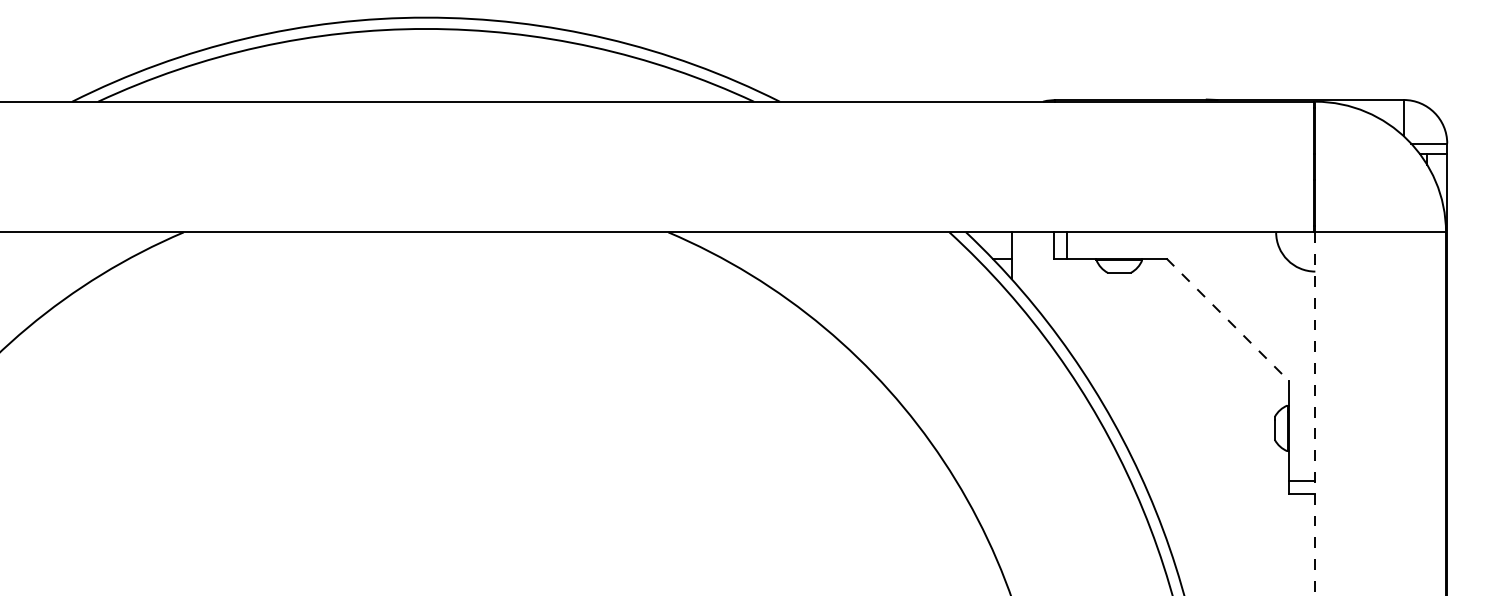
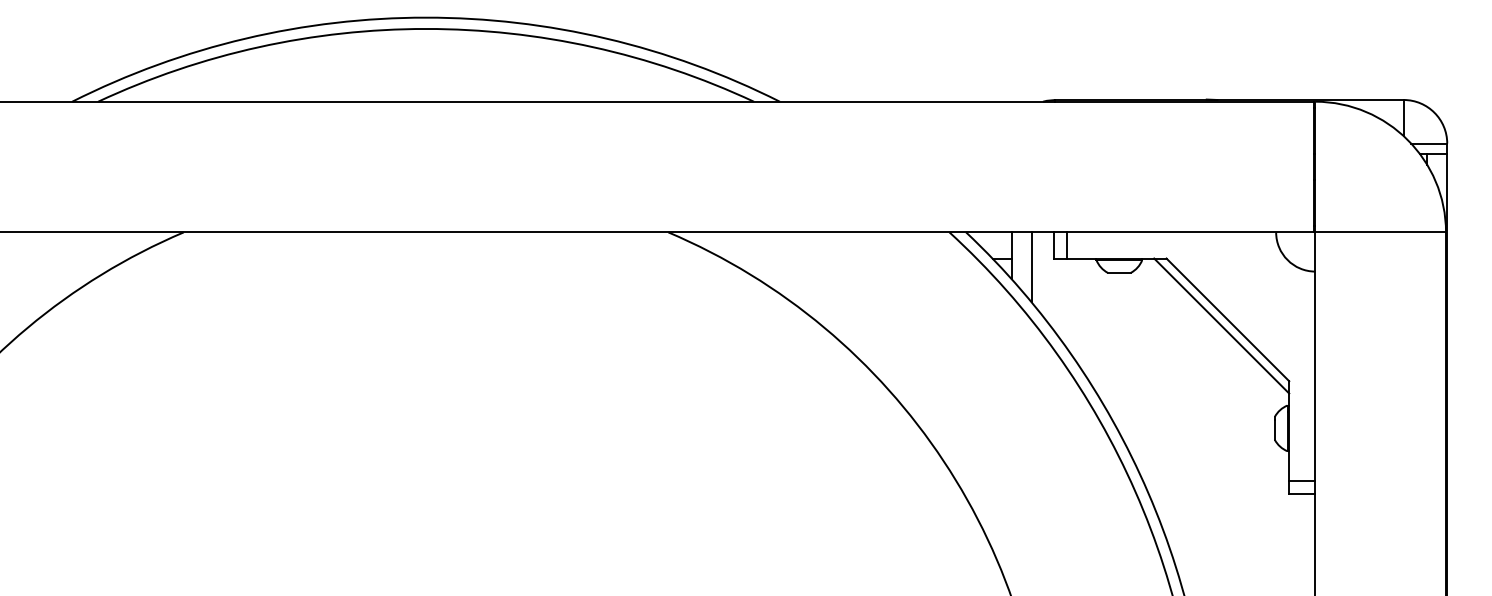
line at (1031, 267): none -> present
line at (1227, 319): dashed -> solid
line at (1221, 325): none -> present
line at (1315, 414): dashed -> solid
